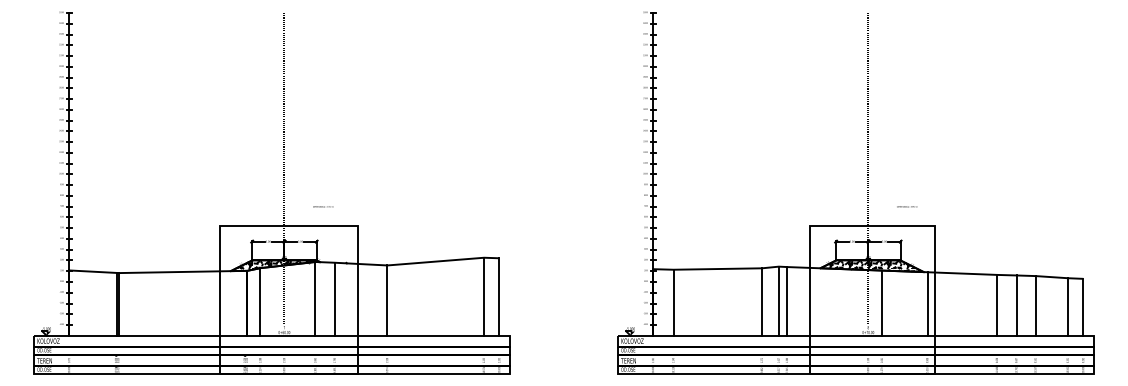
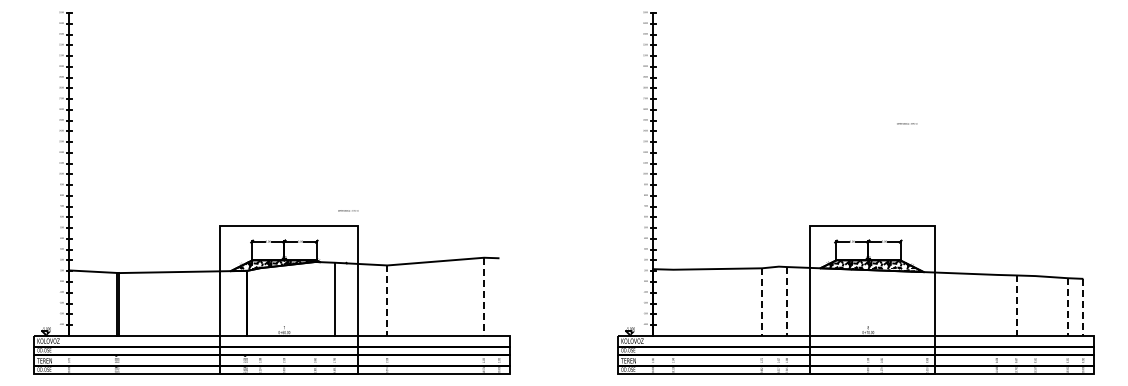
line at (284, 168): present -> none
line at (868, 168): present -> none
text at (323, 206) position: (323, 206) -> (348, 210)
text at (907, 206) position: (907, 206) -> (907, 123)
line at (499, 296): present -> none
line at (484, 297): solid -> dashed
line at (315, 298): present -> none
line at (778, 300): present -> none
line at (260, 301): present -> none
line at (387, 301): solid -> dashed
line at (787, 301): solid -> dashed
line at (673, 302): present -> none
line at (762, 302): solid -> dashed
line at (882, 302): present -> none
line at (927, 303): present -> none
line at (997, 304): present -> none
line at (1035, 305): present -> none
line at (1016, 306): solid -> dashed
line at (1067, 306): solid -> dashed
line at (1083, 307): solid -> dashed
